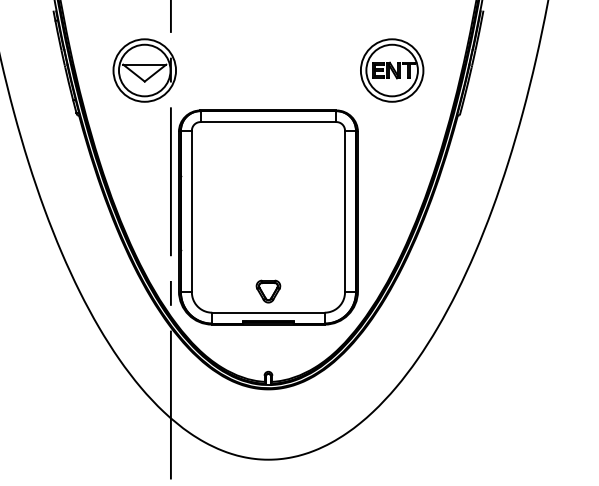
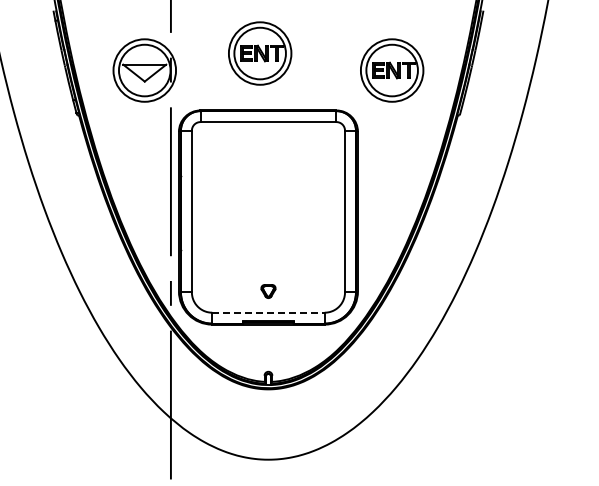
part at (260, 53): none -> present
part at (268, 291) size: 27x25 px -> 17x15 px
line at (268, 312): solid -> dashed
